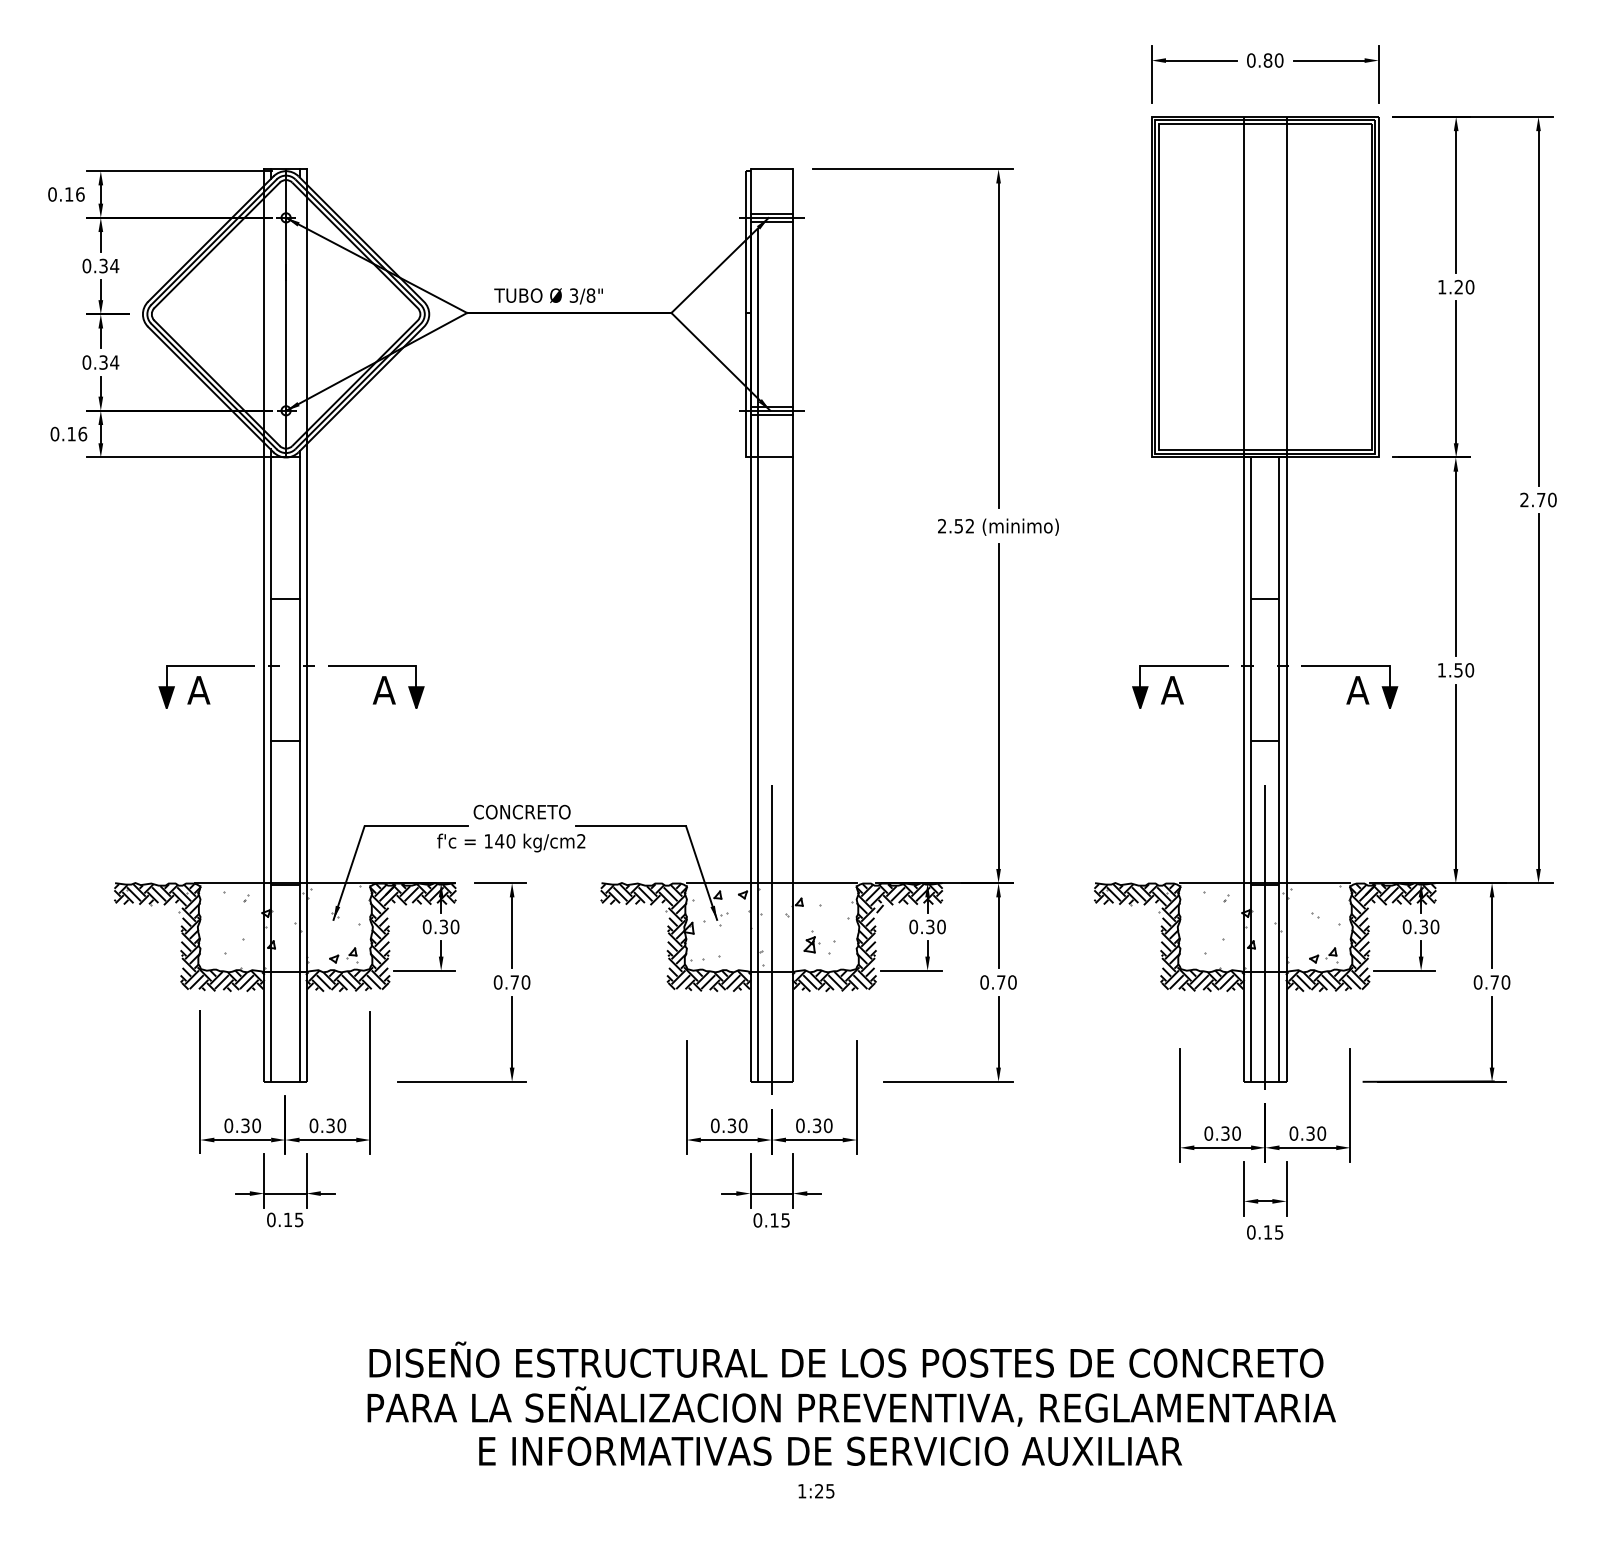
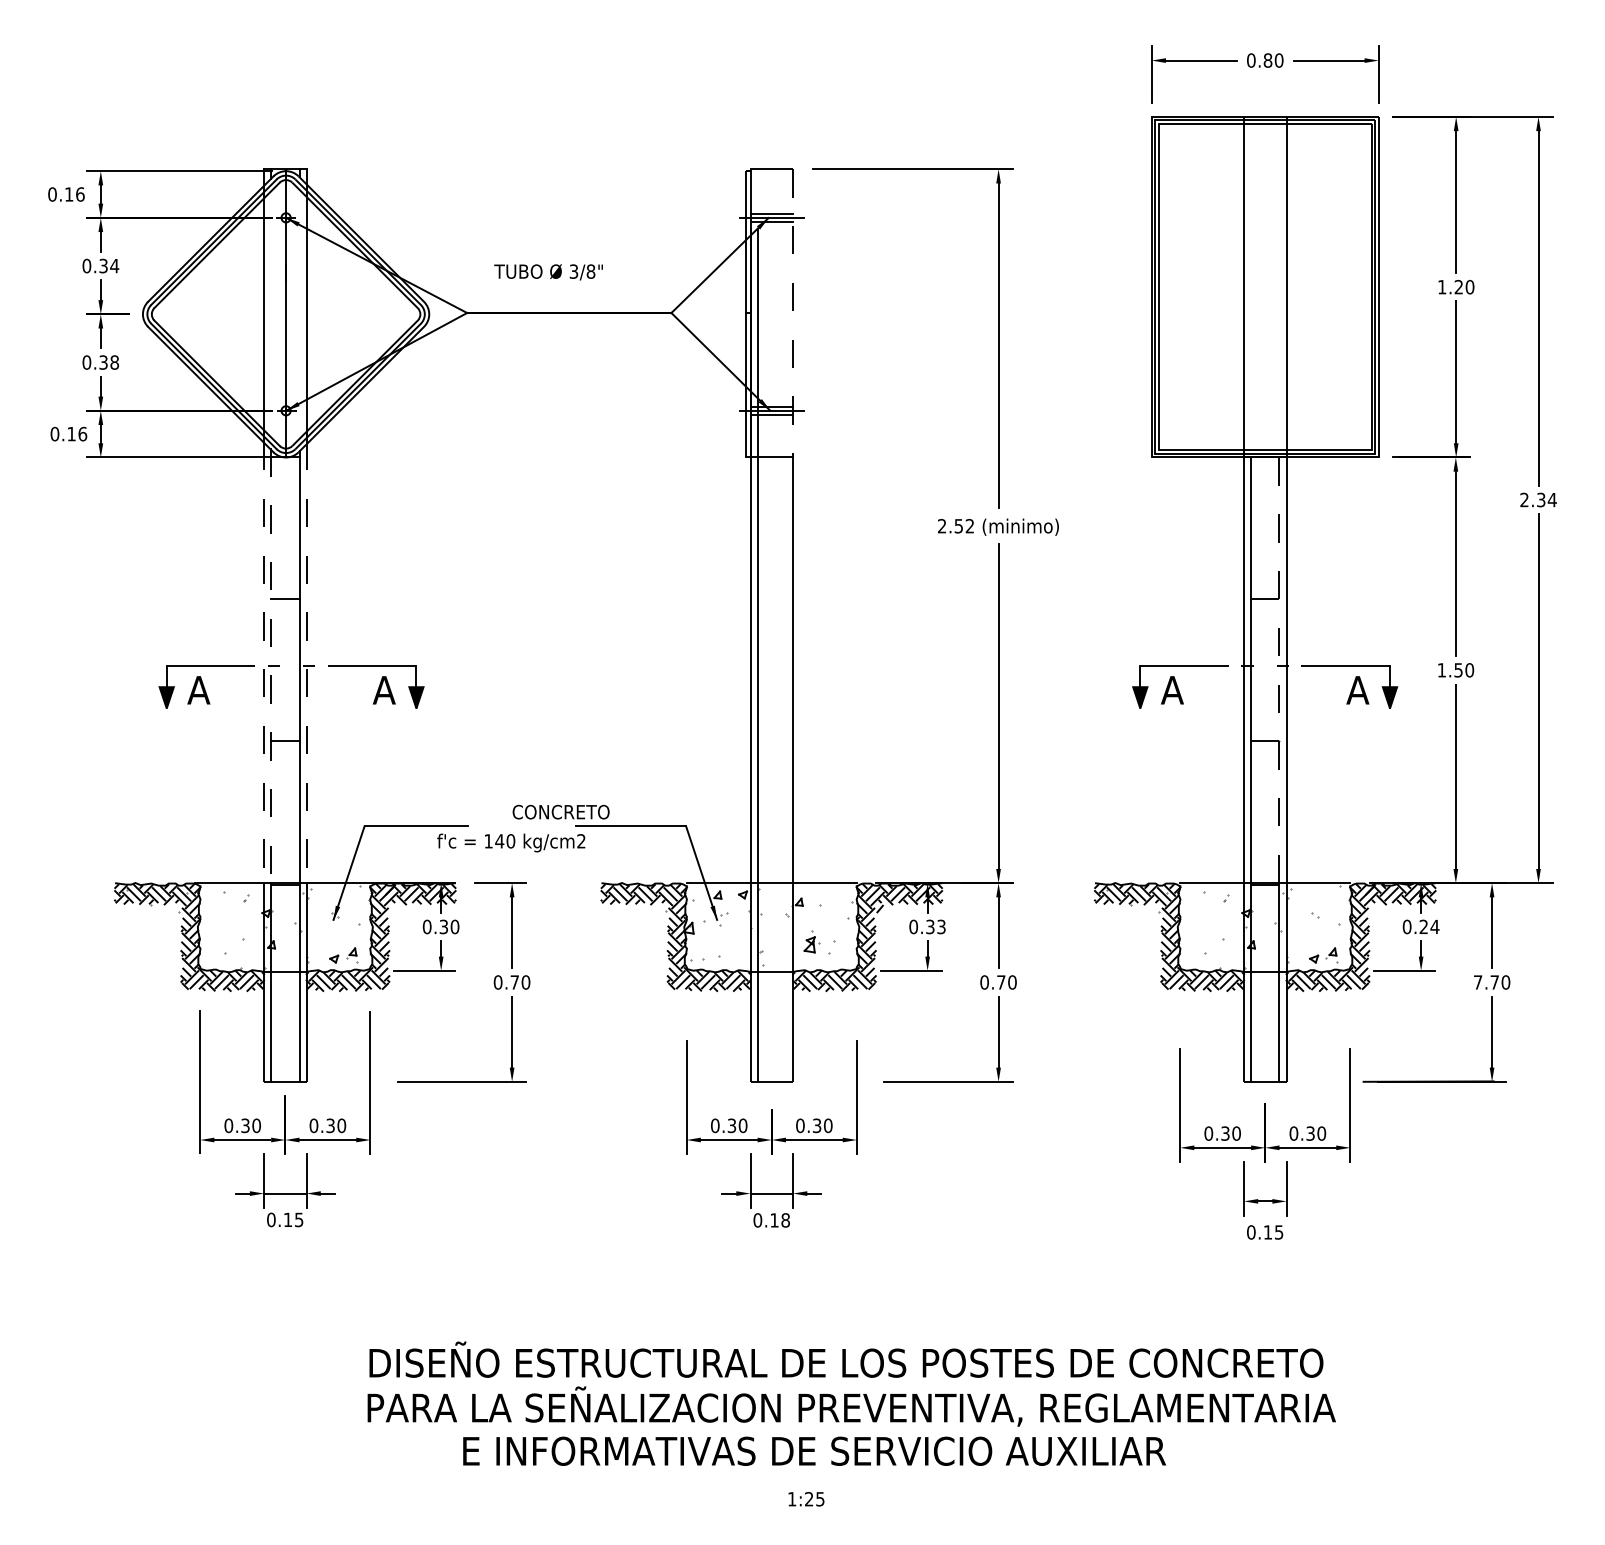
text at (548, 296) position: (548, 296) -> (548, 272)
line at (793, 313): solid -> dashed
text at (114, 362): 0.34 -> 0.38
text at (1546, 499): 2.70 -> 2.34
line at (264, 662): solid -> dashed
line at (306, 662): solid -> dashed
line at (271, 666): solid -> dashed
line at (1279, 671): solid -> dashed
text at (521, 811) position: (521, 811) -> (560, 811)
text at (941, 926): 0.30 -> 0.33
text at (1429, 926): 0.30 -> 0.24
line at (1265, 937): present -> none
line at (771, 939): present -> none
text at (1477, 982): 0.70 -> 7.70
text at (785, 1220): 0.15 -> 0.18
text at (830, 1450) position: (830, 1450) -> (814, 1450)
text at (816, 1491) position: (816, 1491) -> (806, 1499)
